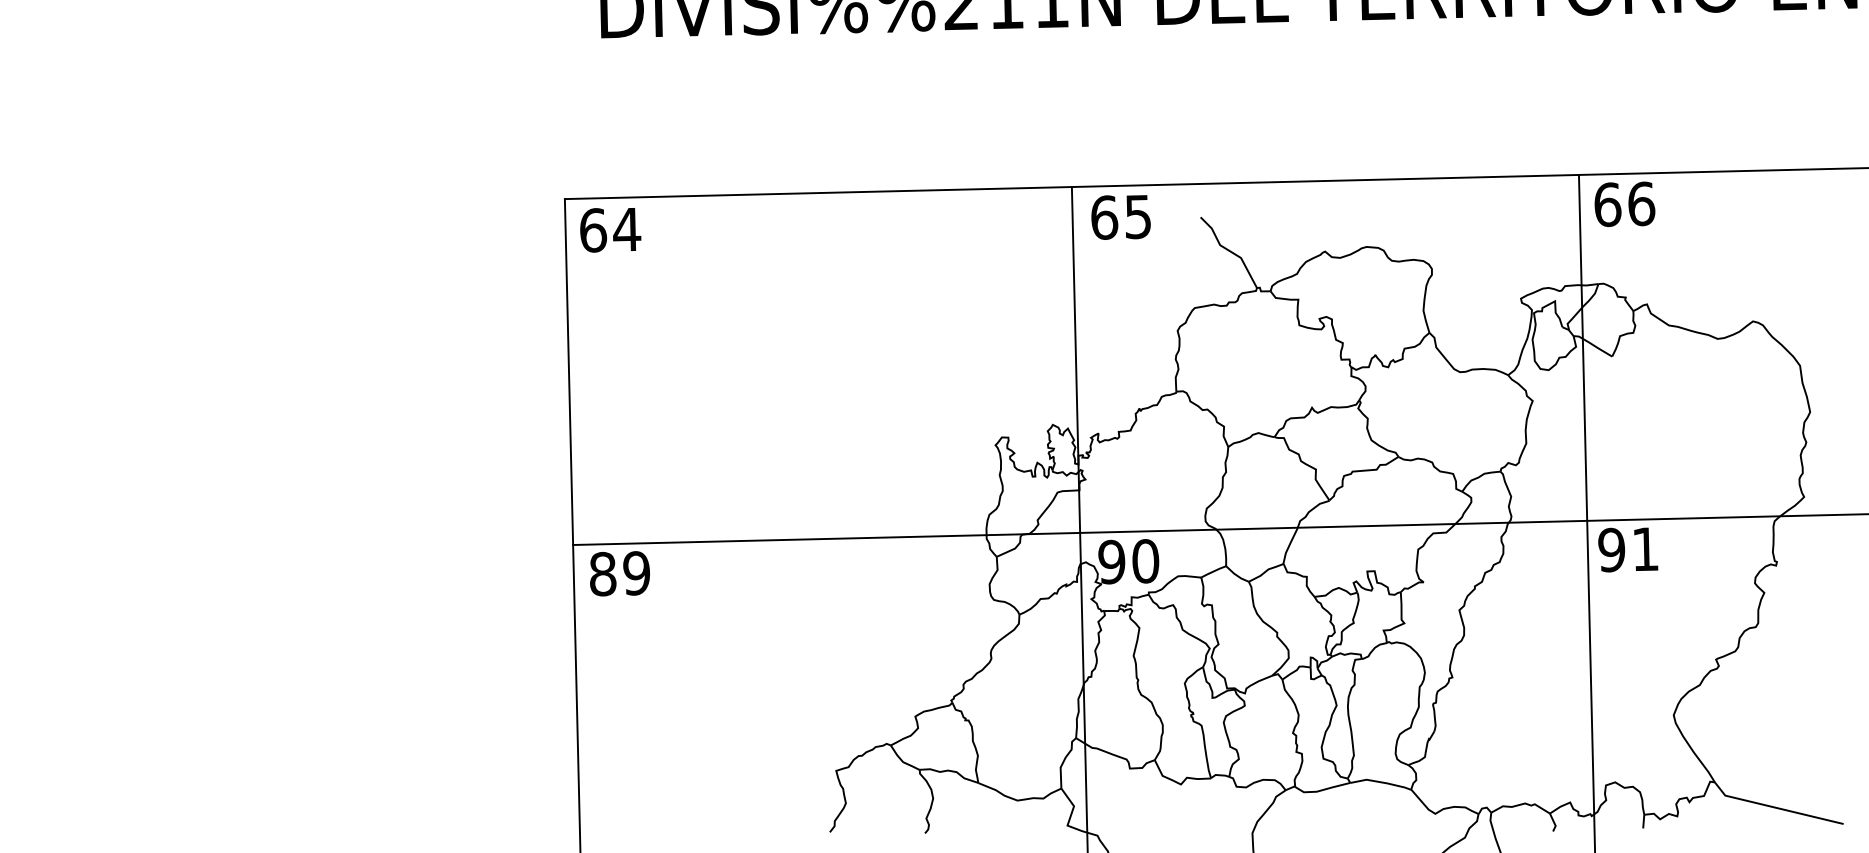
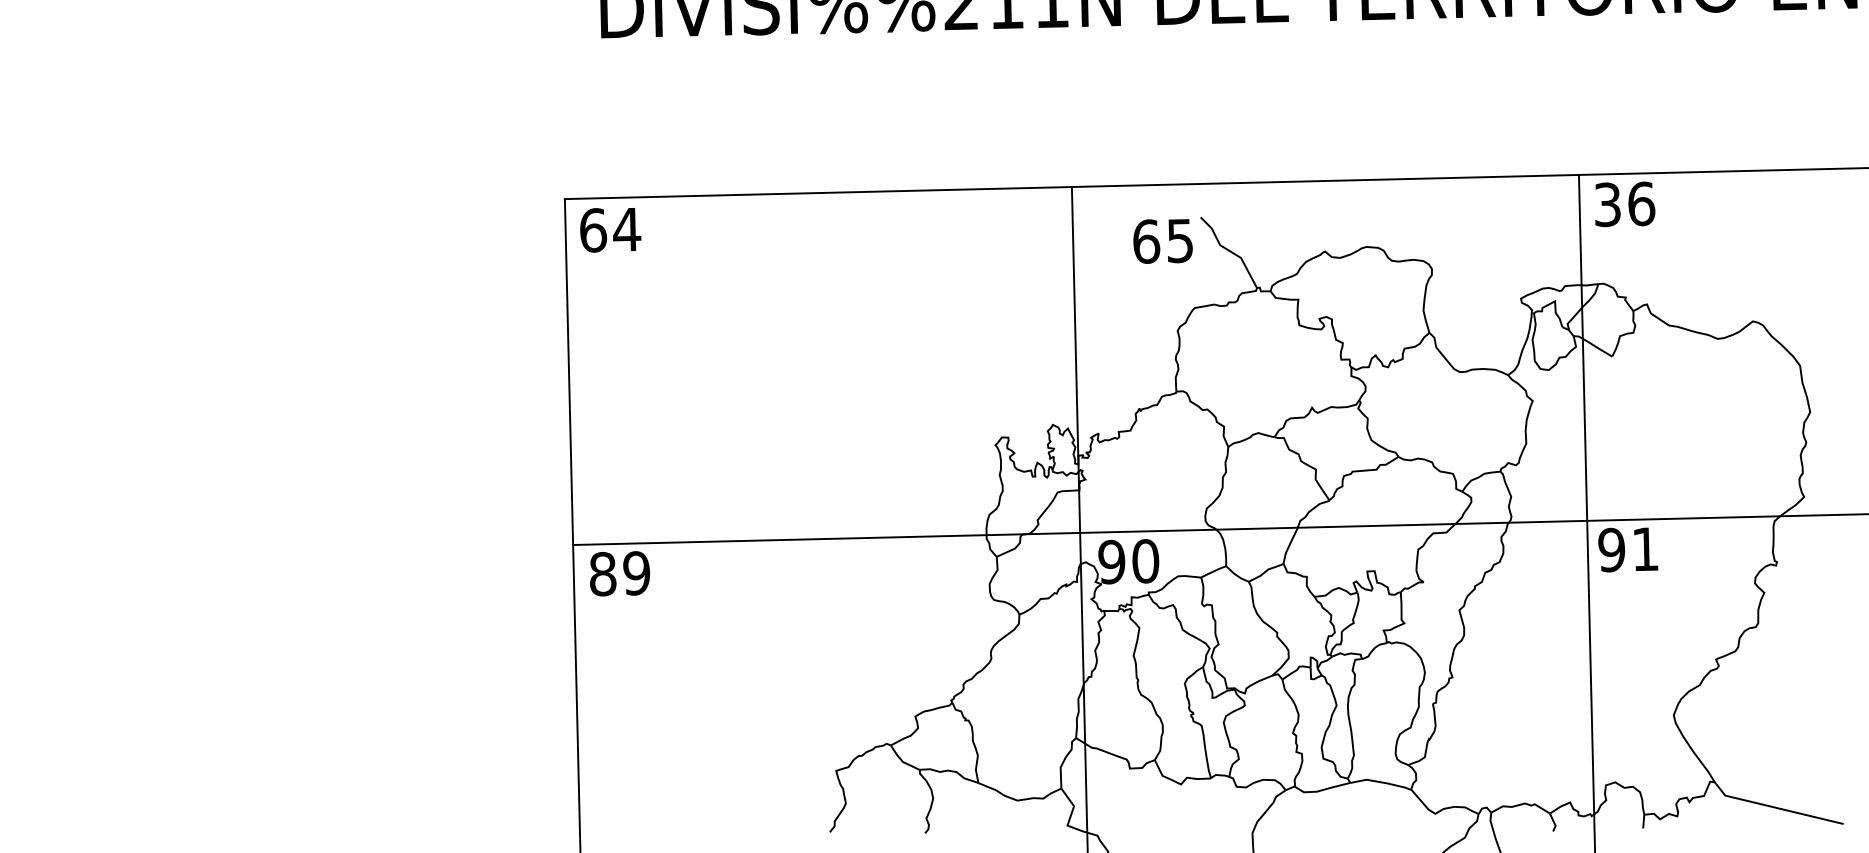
text at (1607, 204): 66 -> 36
text at (1120, 217) position: (1120, 217) -> (1162, 241)
